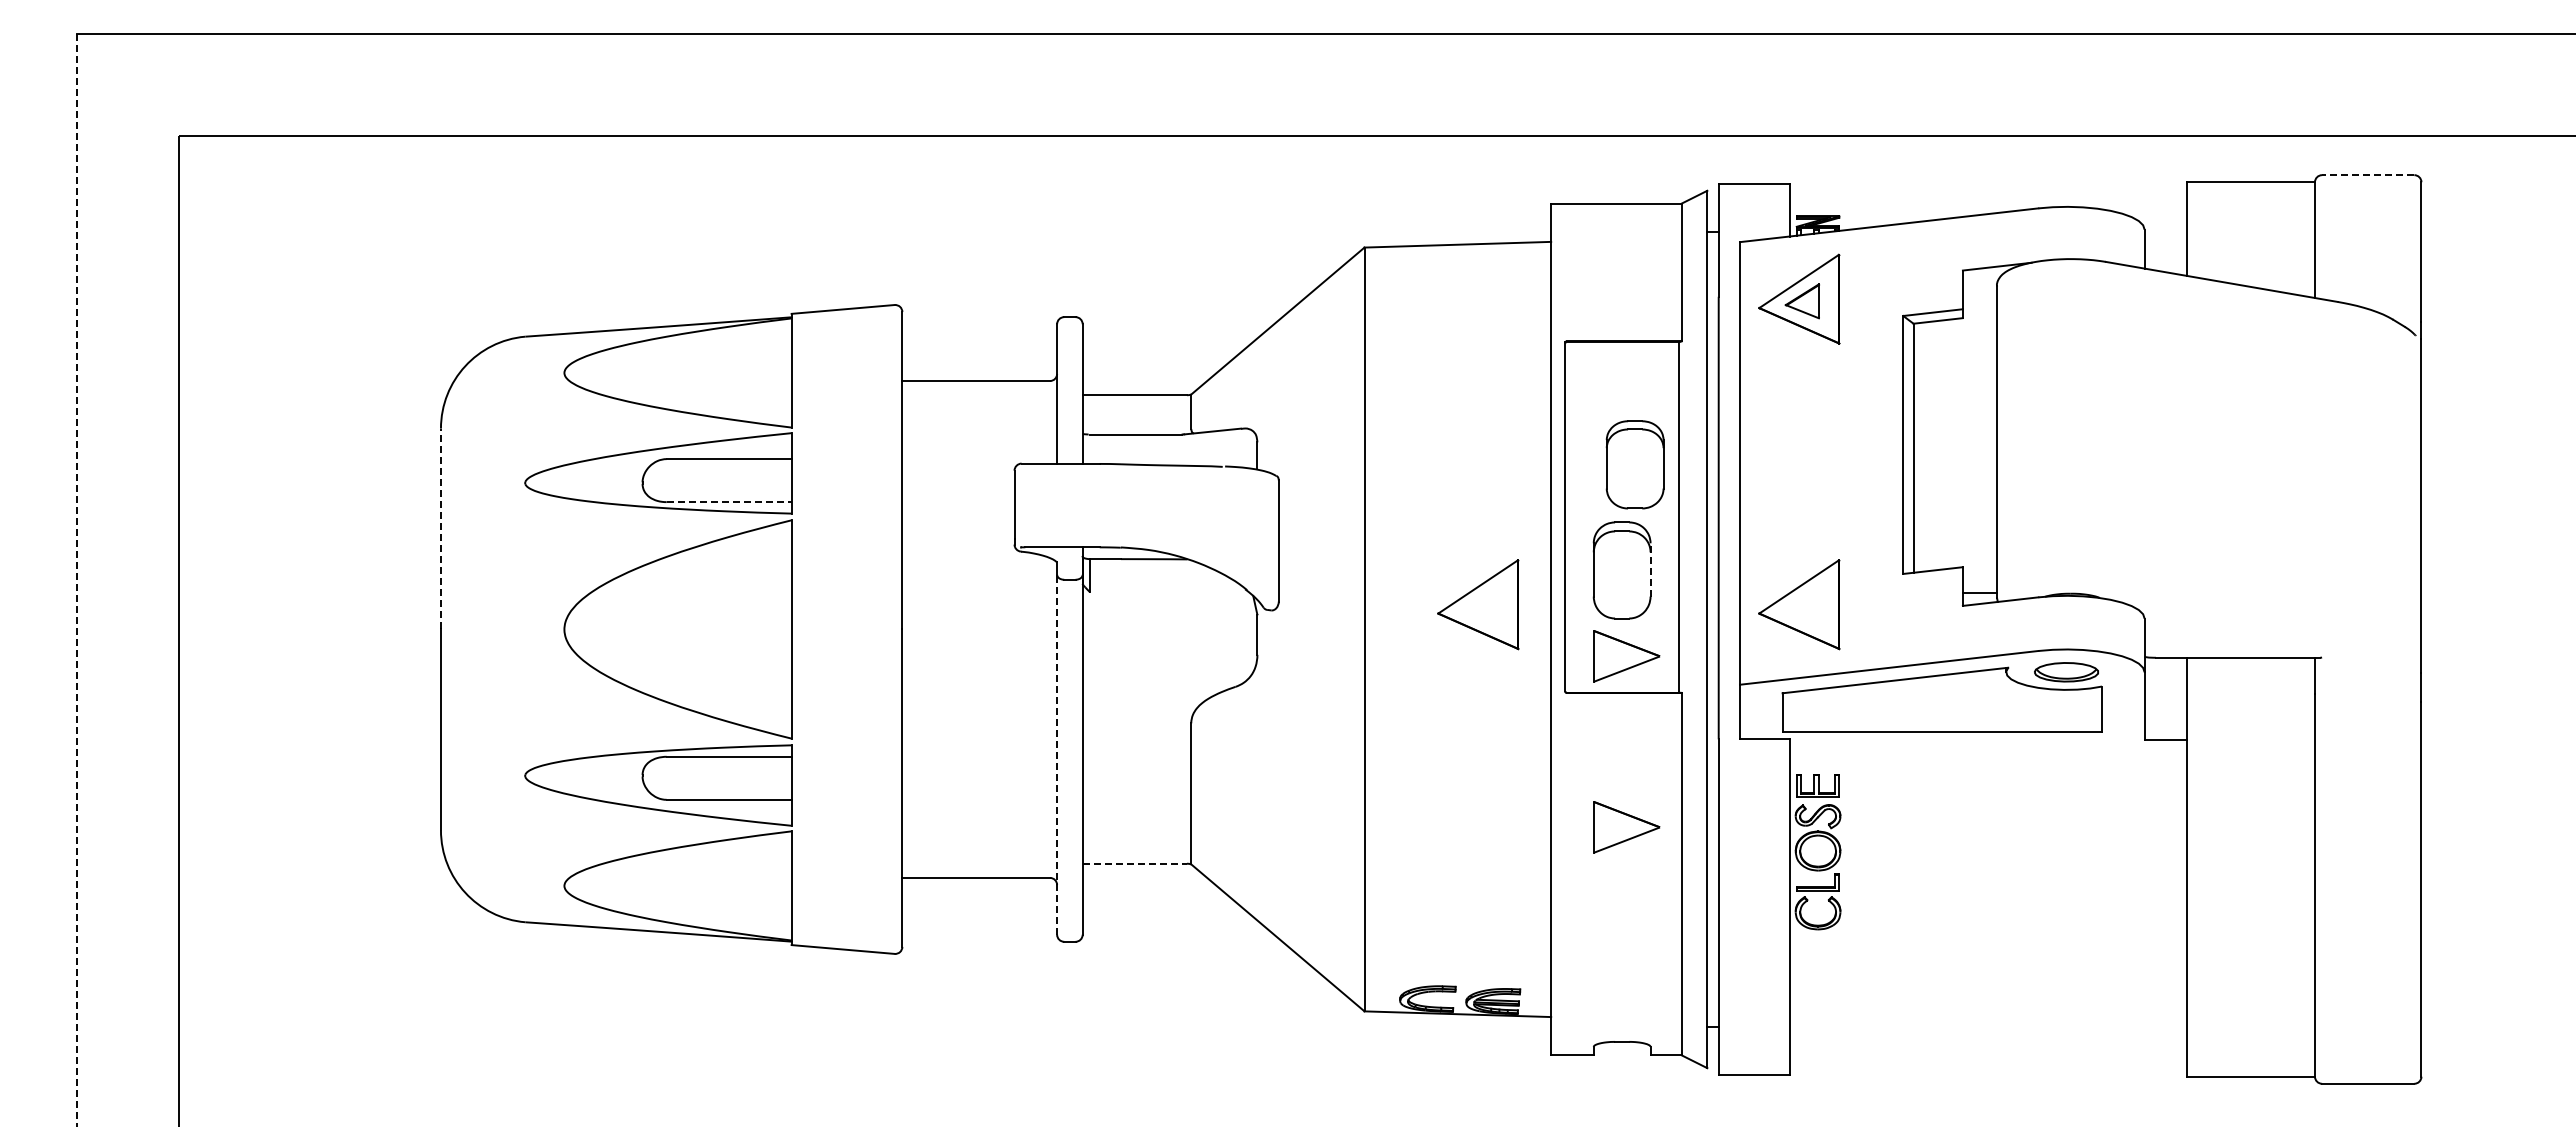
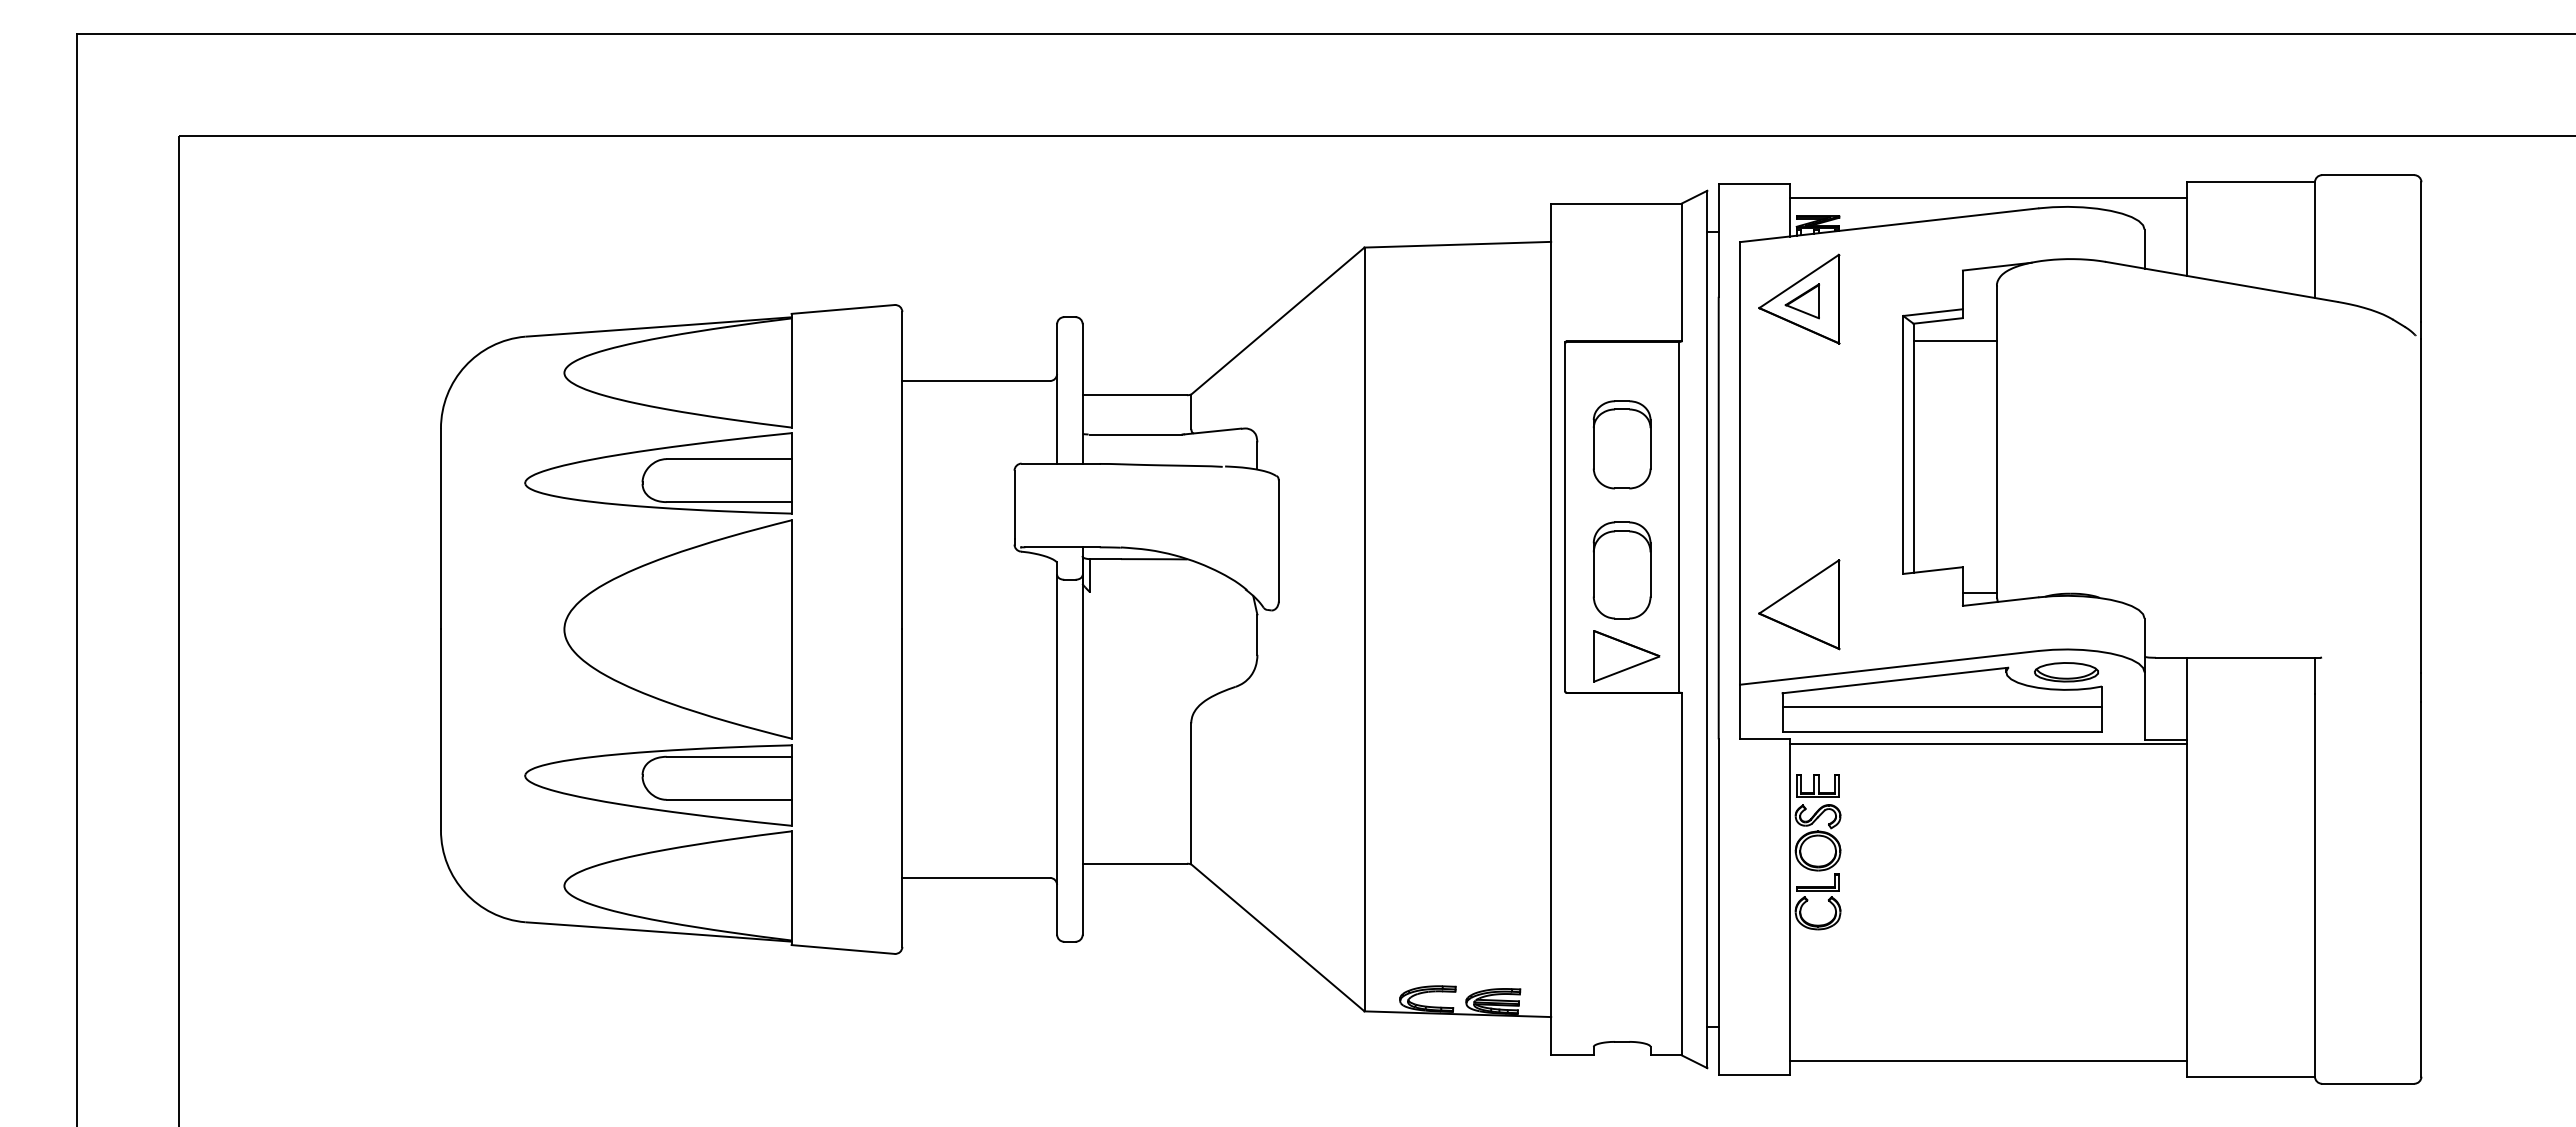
line at (2367, 175): dashed -> solid
line at (1988, 197): none -> present
line at (1954, 341): none -> present
part at (1634, 464) position: (1634, 464) -> (1621, 444)
line at (729, 502): dashed -> solid
line at (440, 528): dashed -> solid
line at (1650, 569): dashed -> solid
line at (77, 580): dashed -> solid
part at (1478, 604): present -> none
line at (1942, 707): none -> present
line at (1988, 744): none -> present
line at (1057, 754): dashed -> solid
part at (1626, 827): present -> none
line at (1135, 863): dashed -> solid
line at (1988, 1061): none -> present
